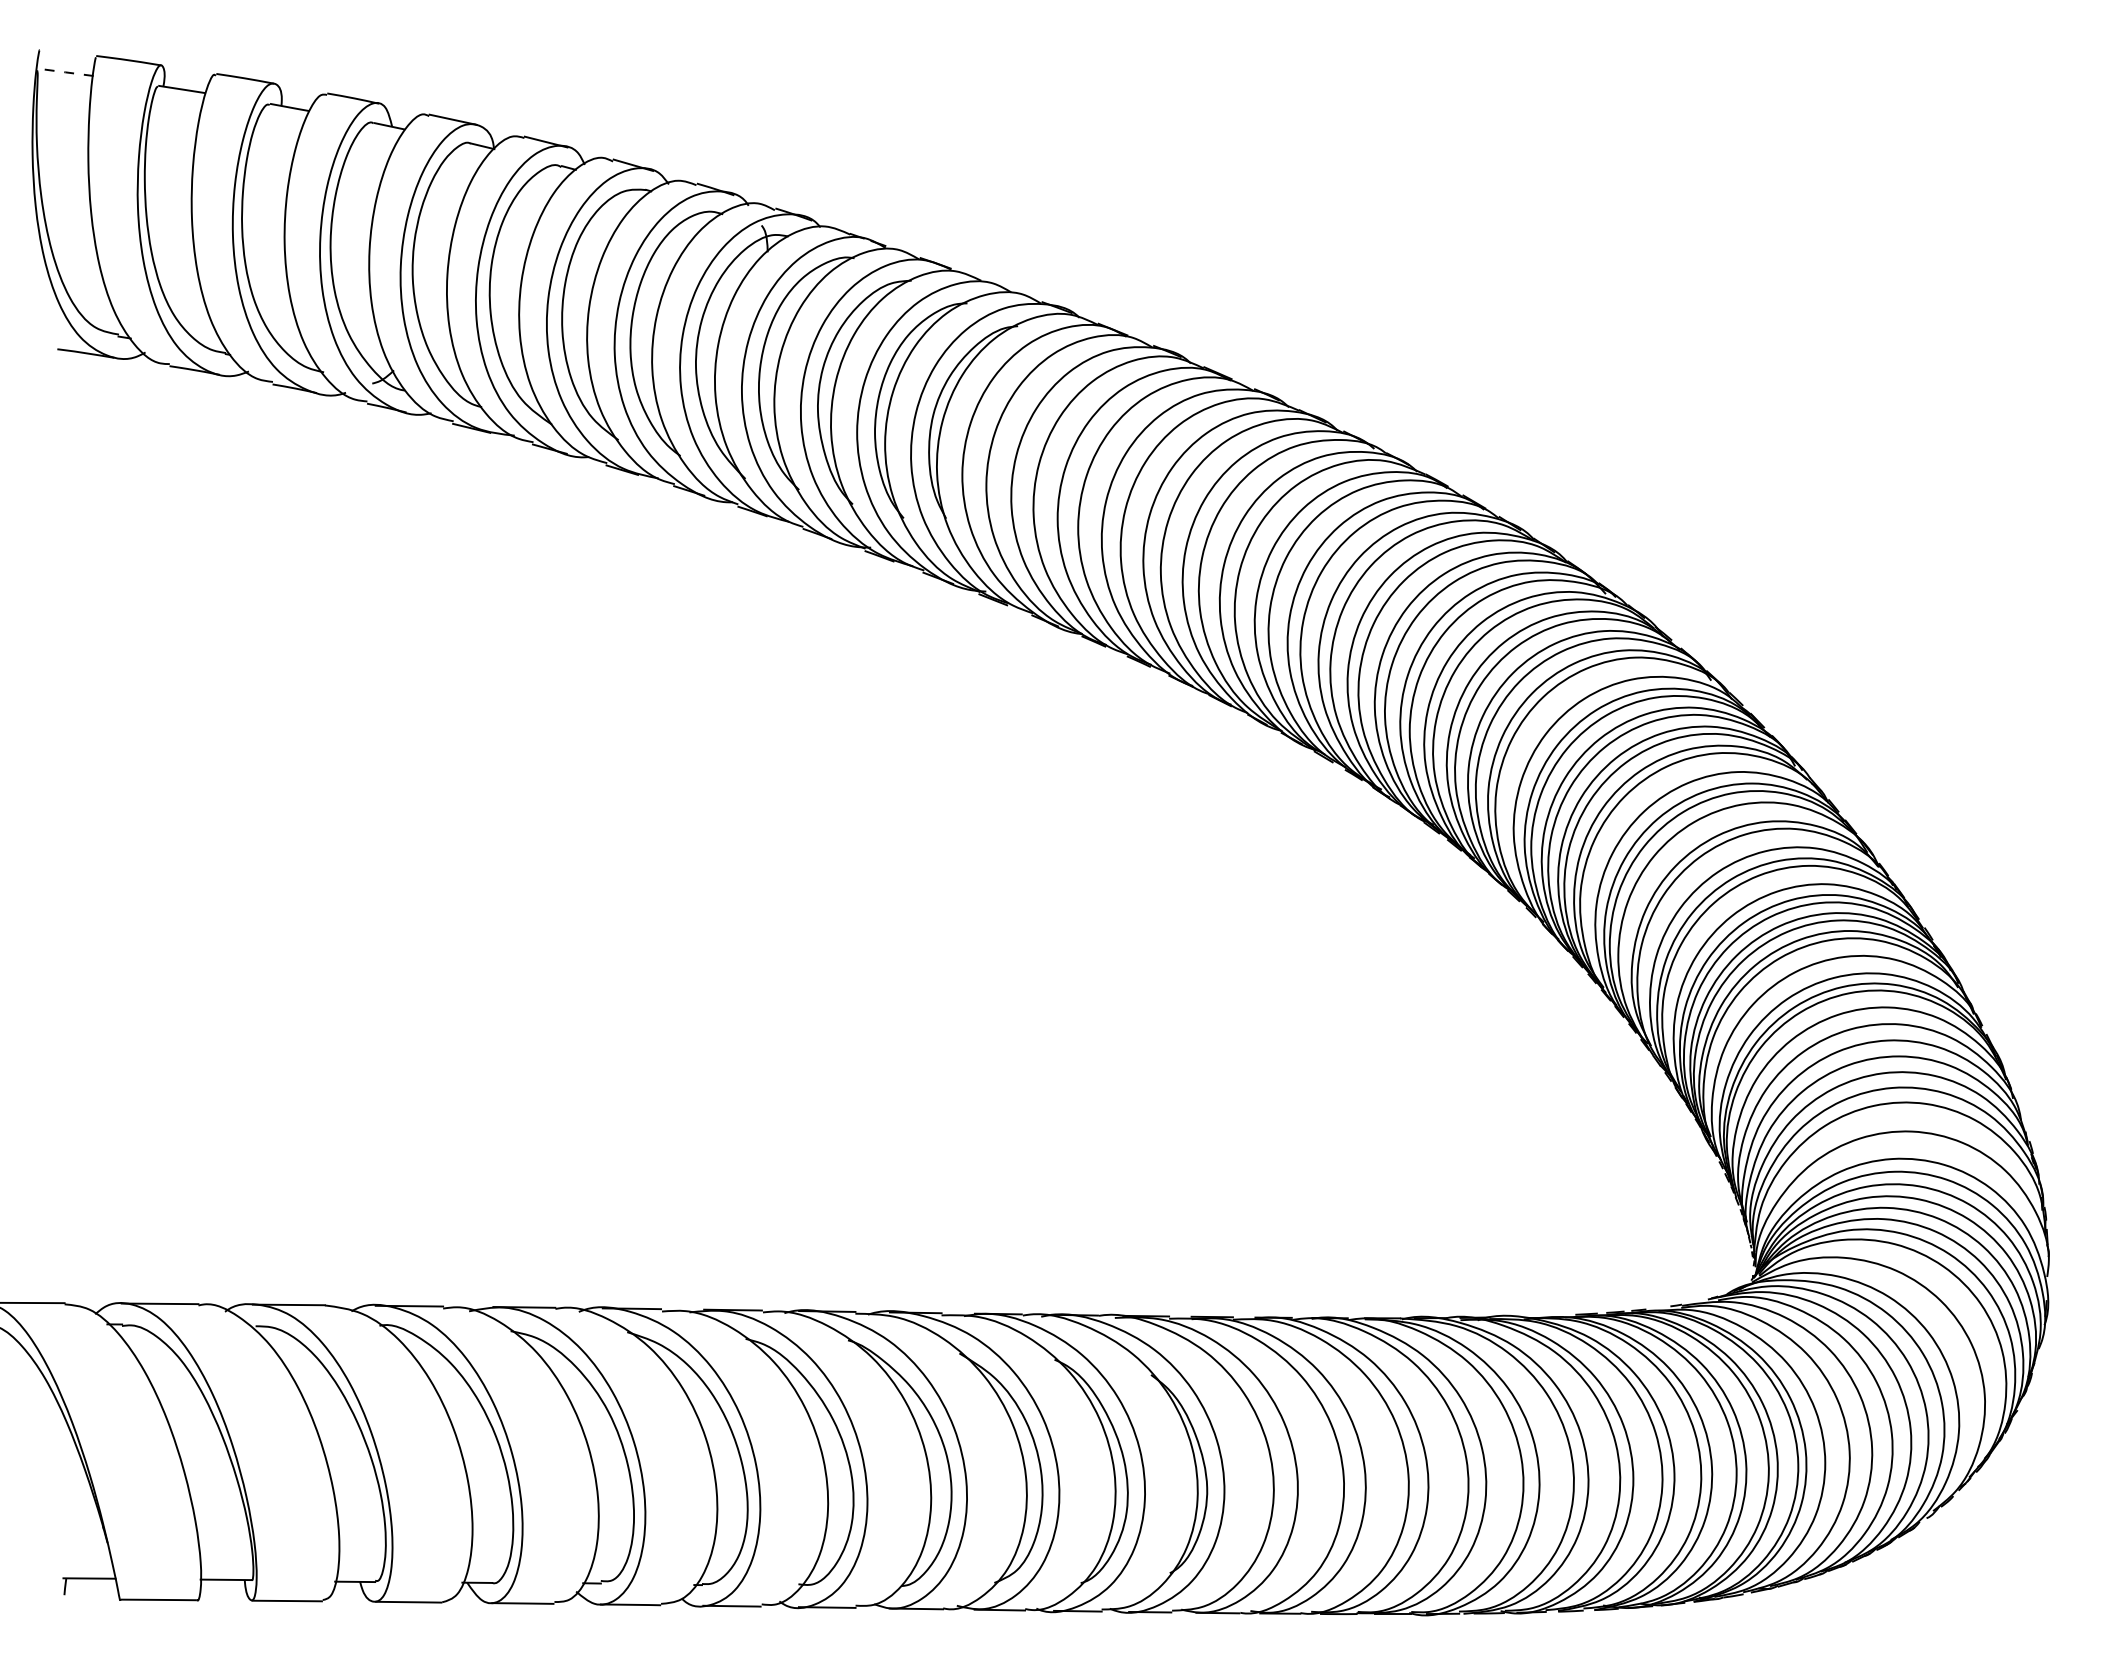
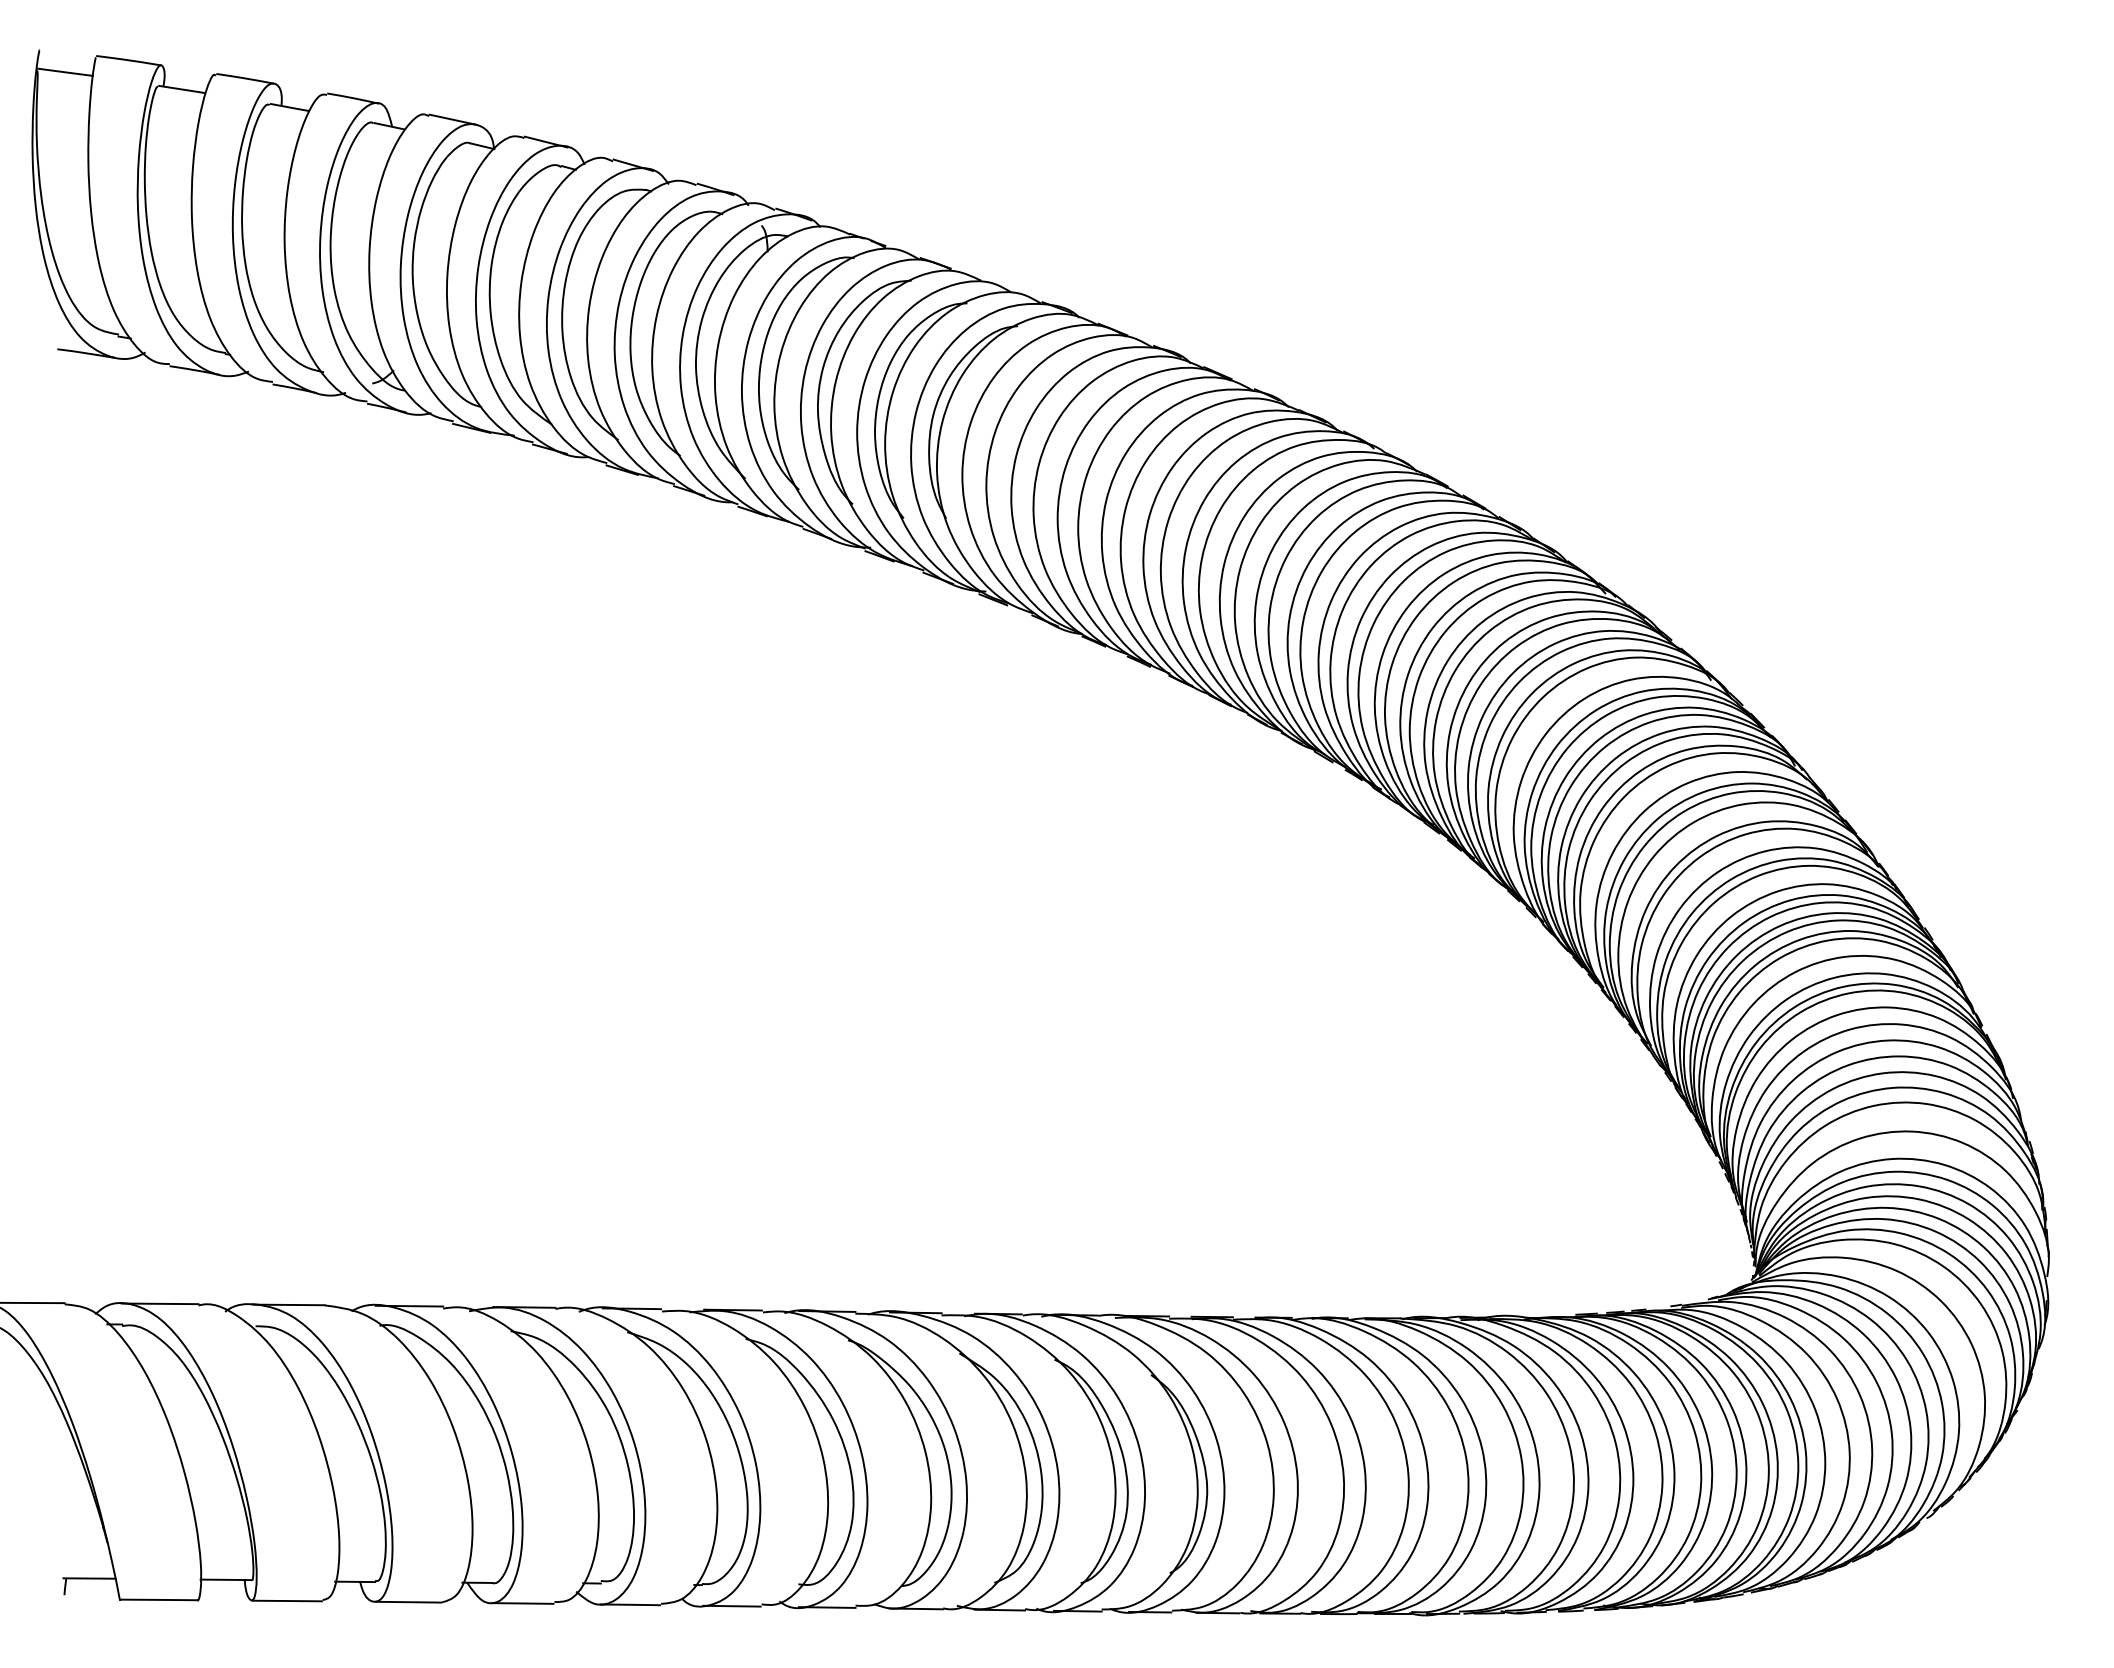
line at (65, 72): dashed -> solid
